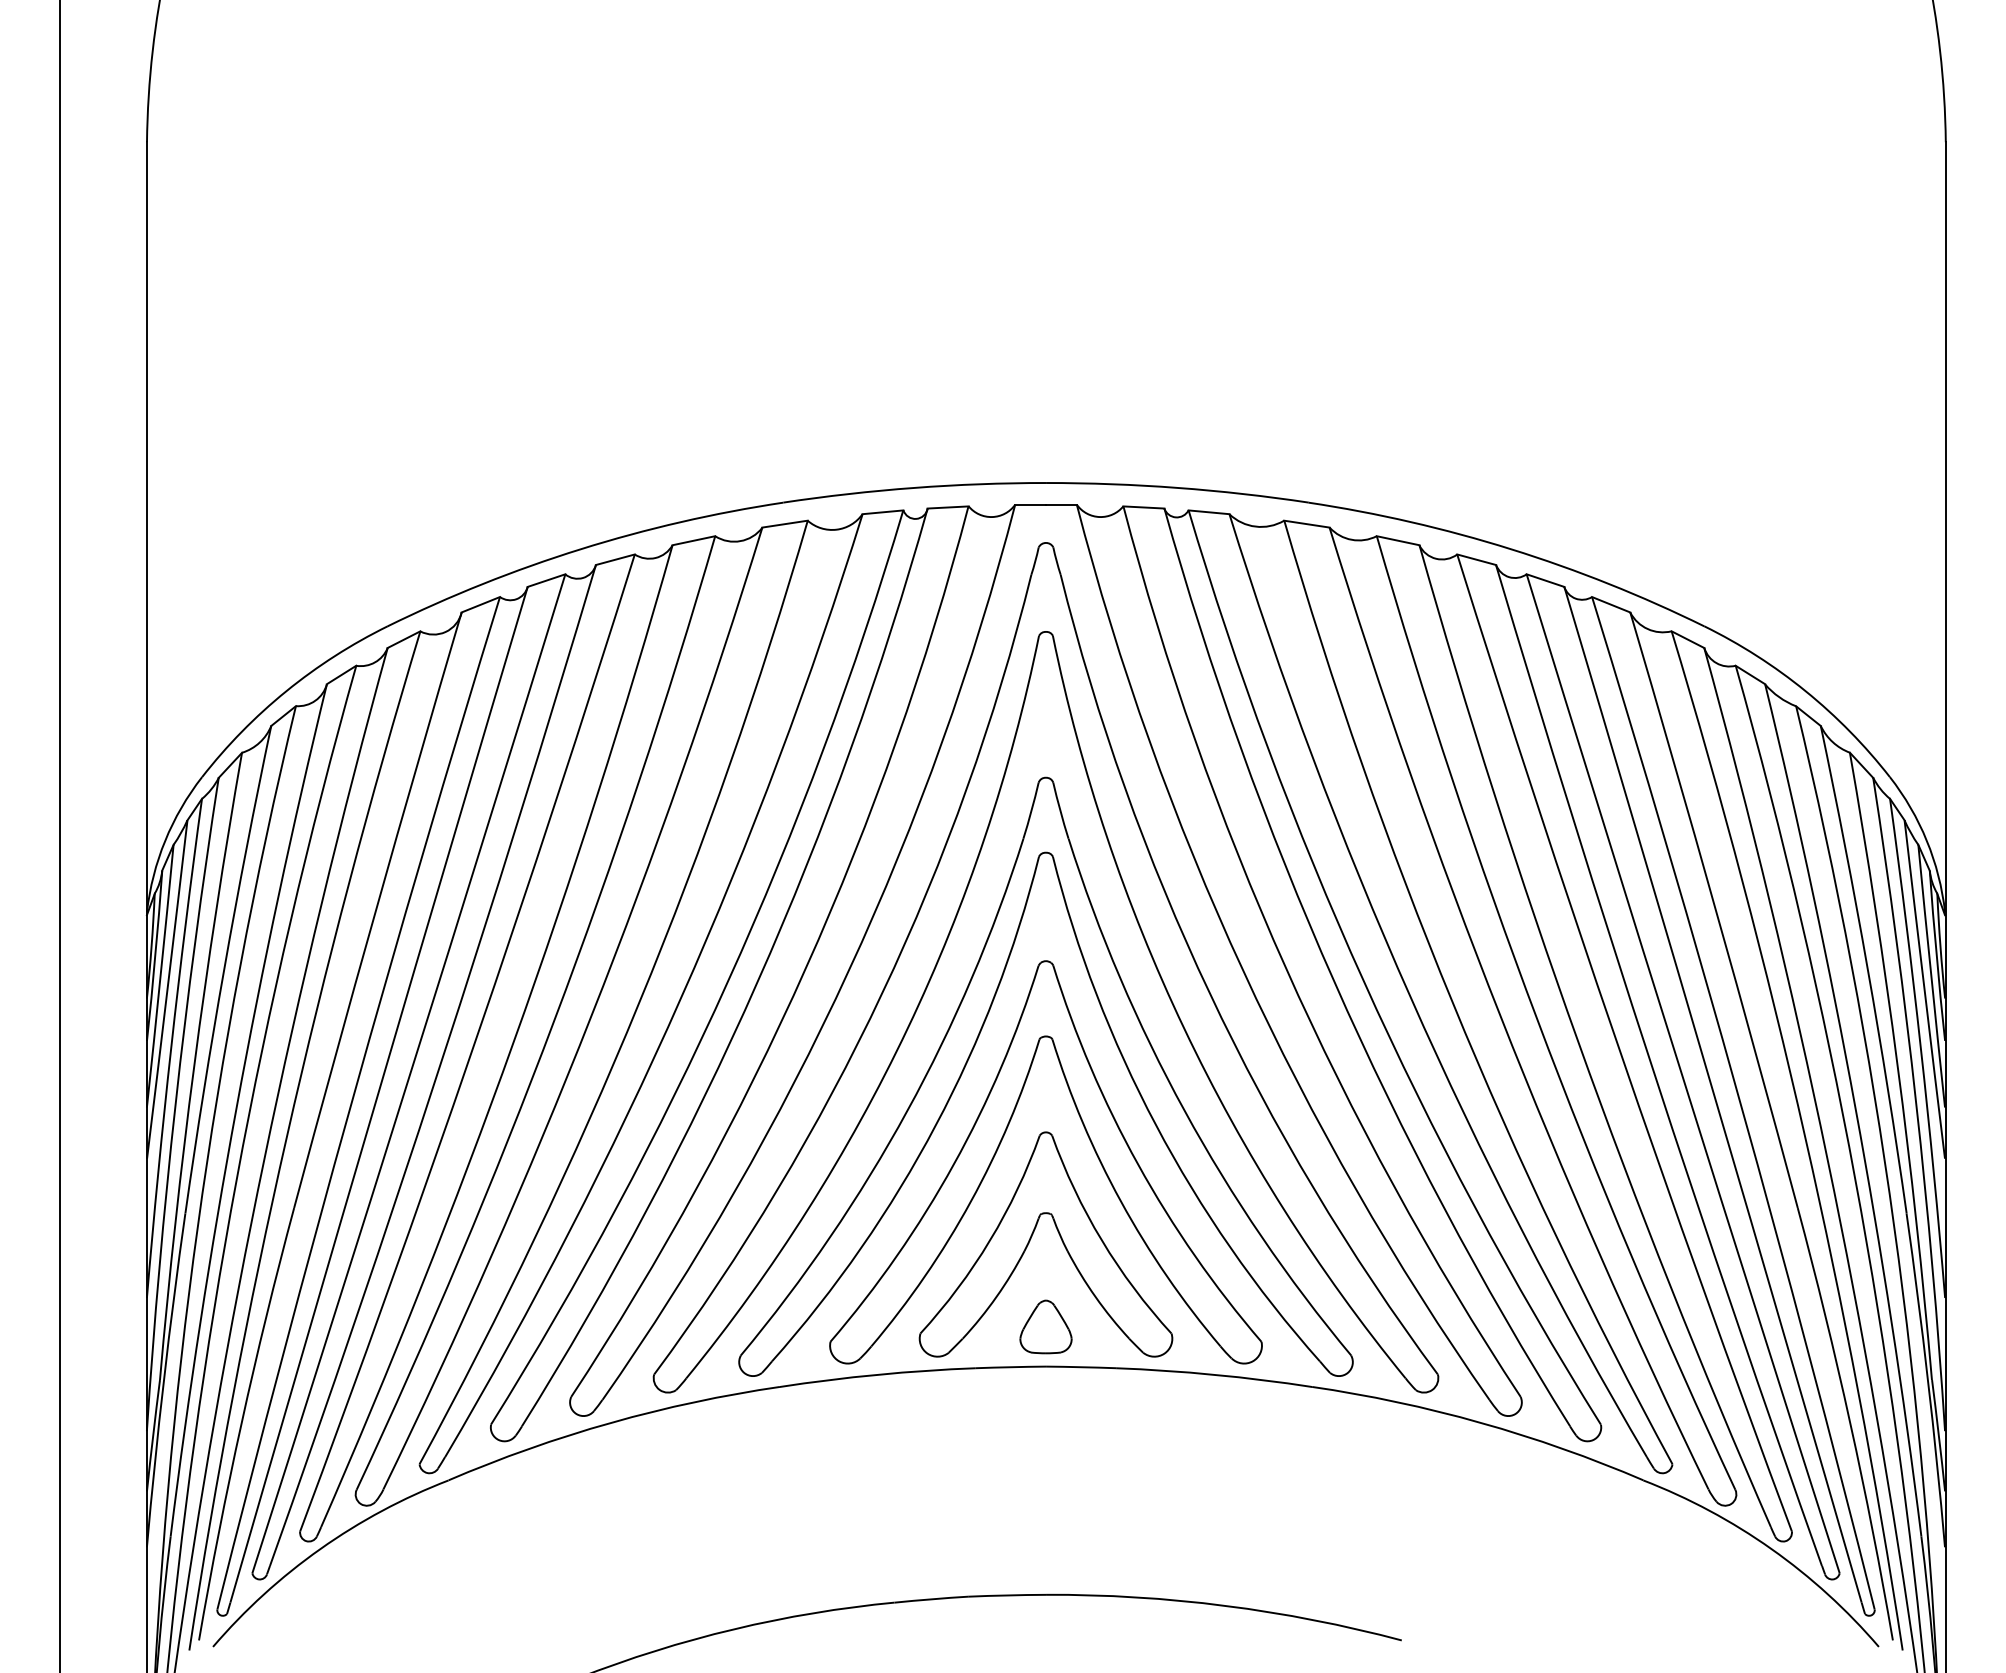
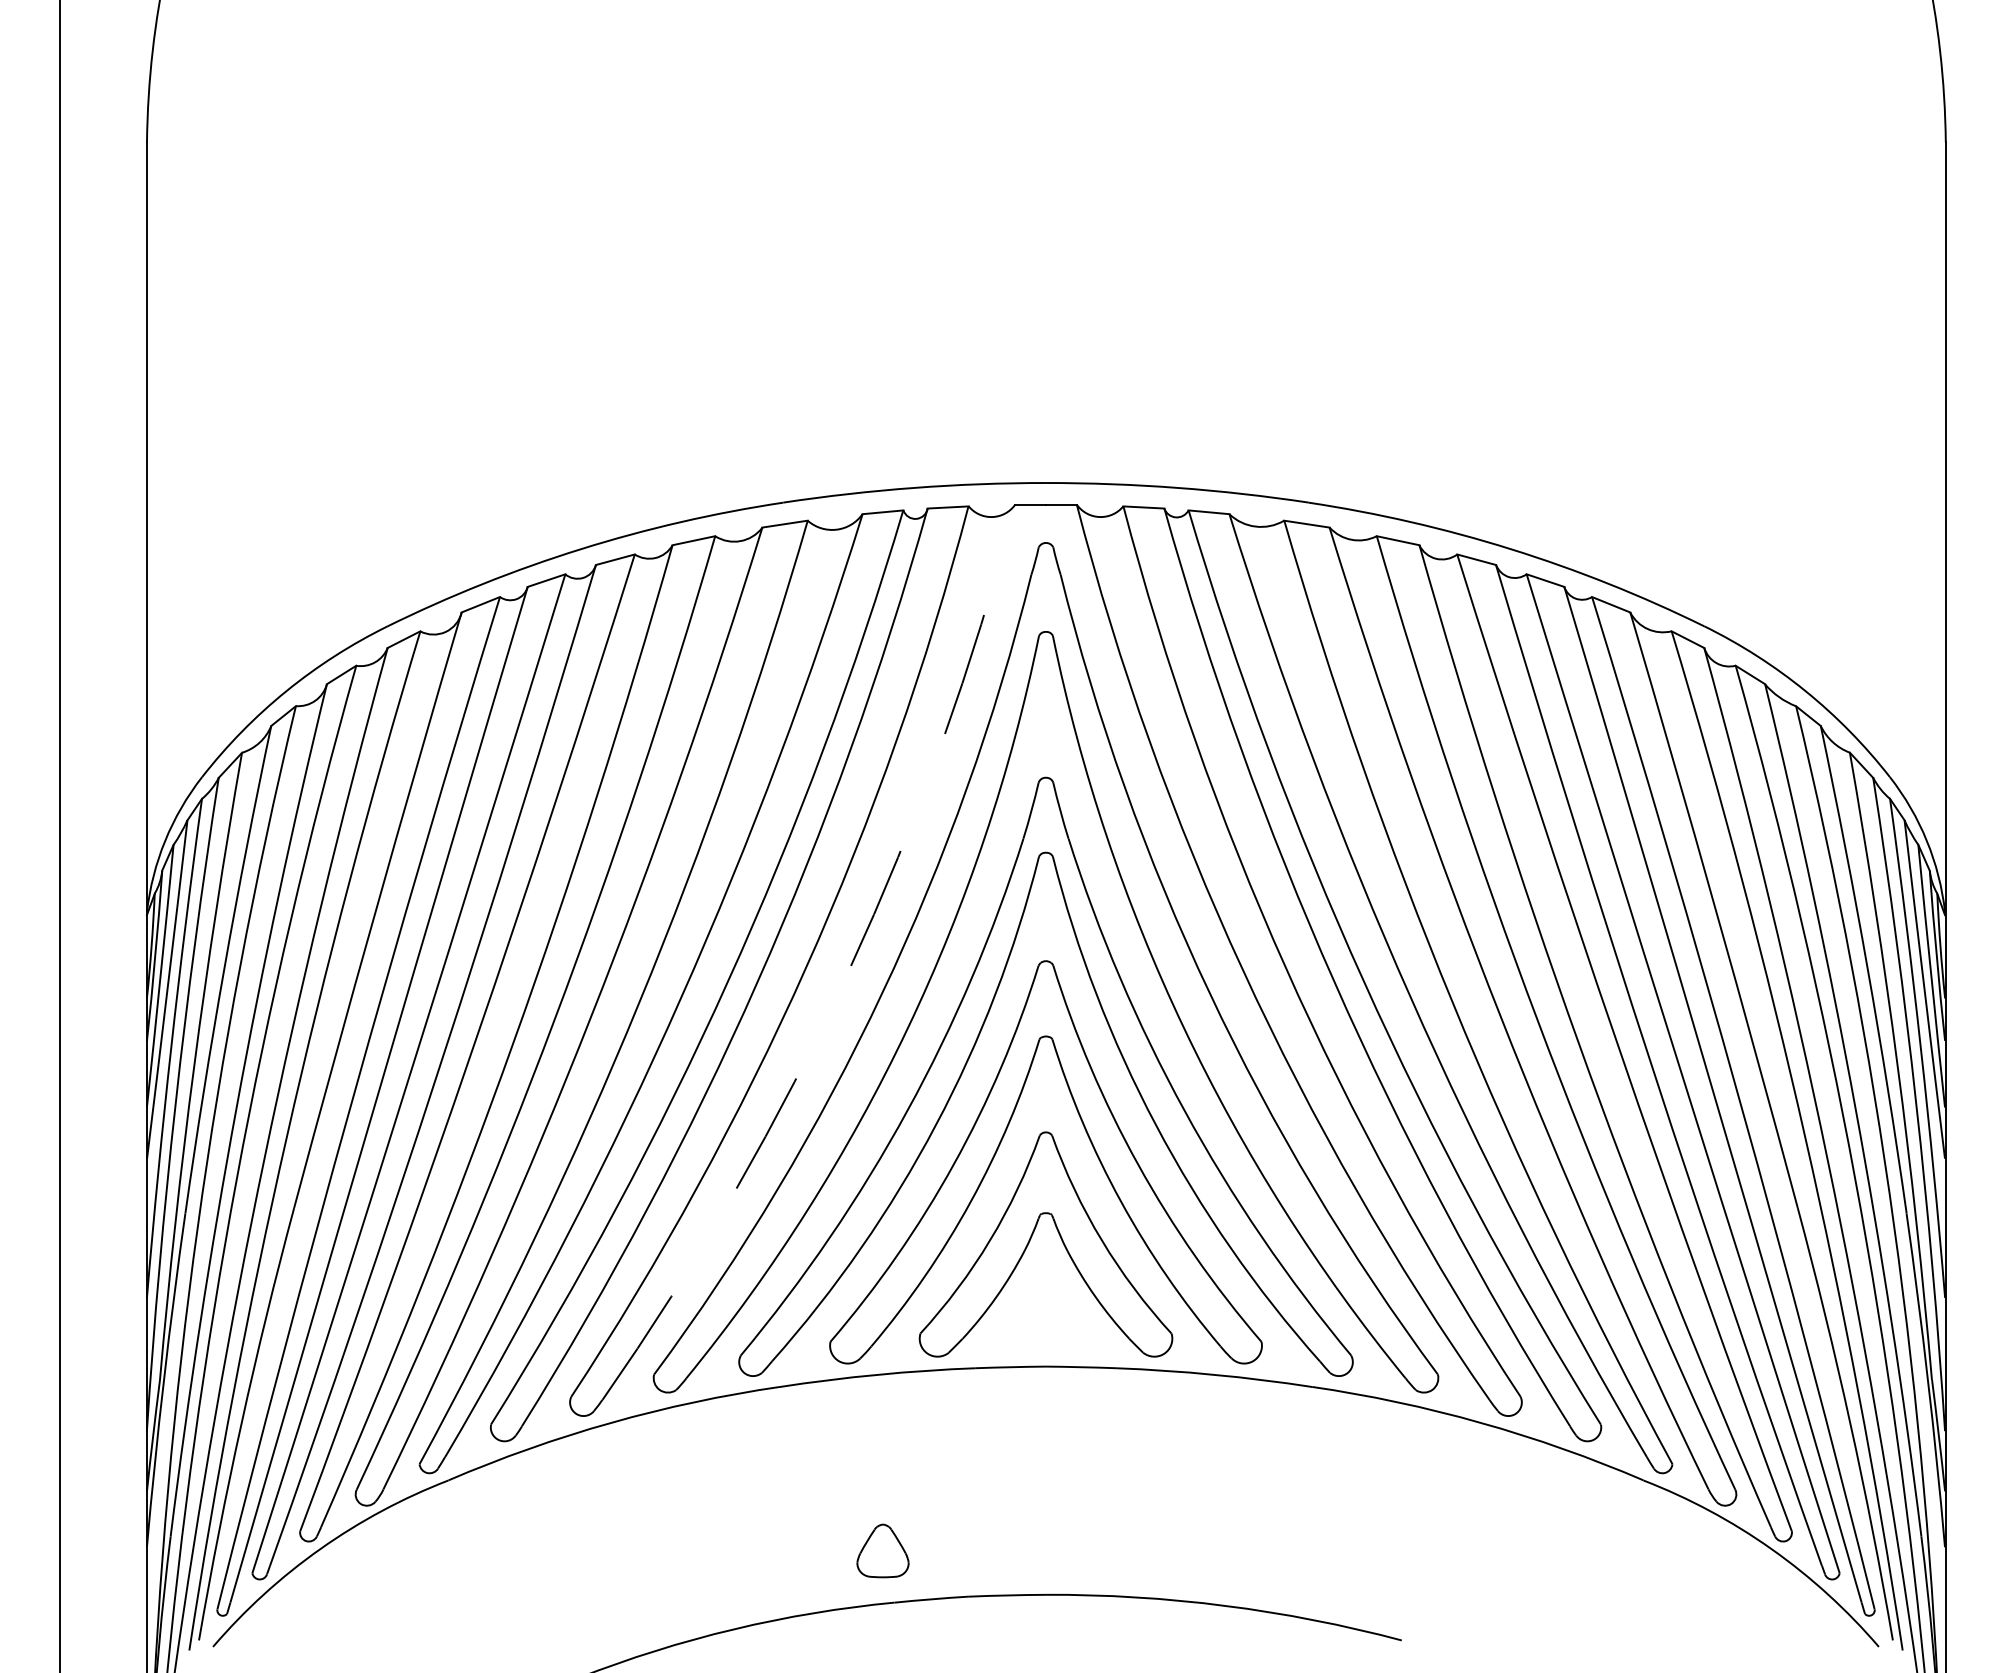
arc at (848, 970): solid -> dashed
part at (1045, 1326) position: (1045, 1326) -> (882, 1550)
